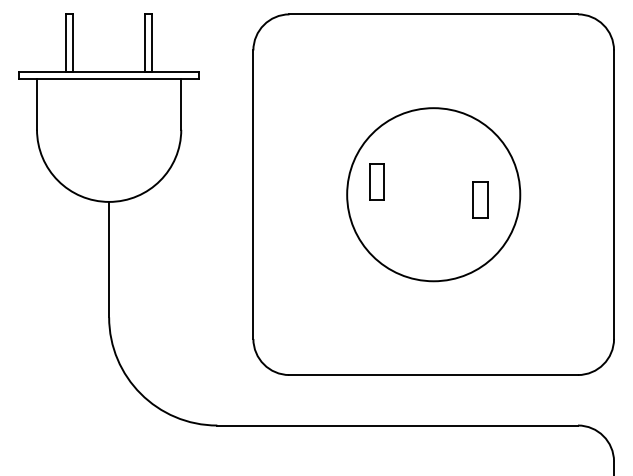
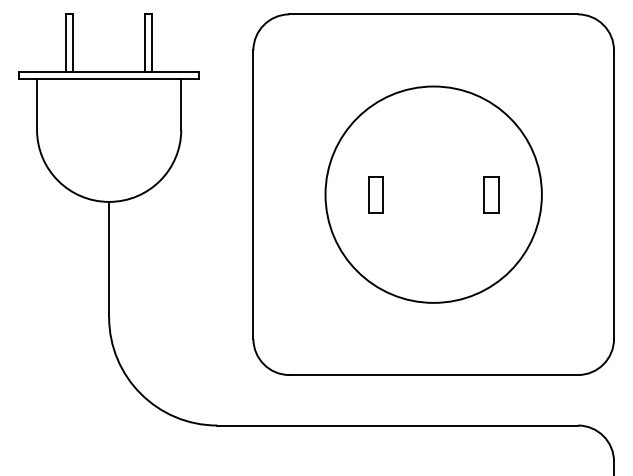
part at (376, 181) position: (376, 181) -> (375, 194)
circle at (433, 194) diameter: 173 px -> 216 px
part at (480, 199) position: (480, 199) -> (491, 194)
